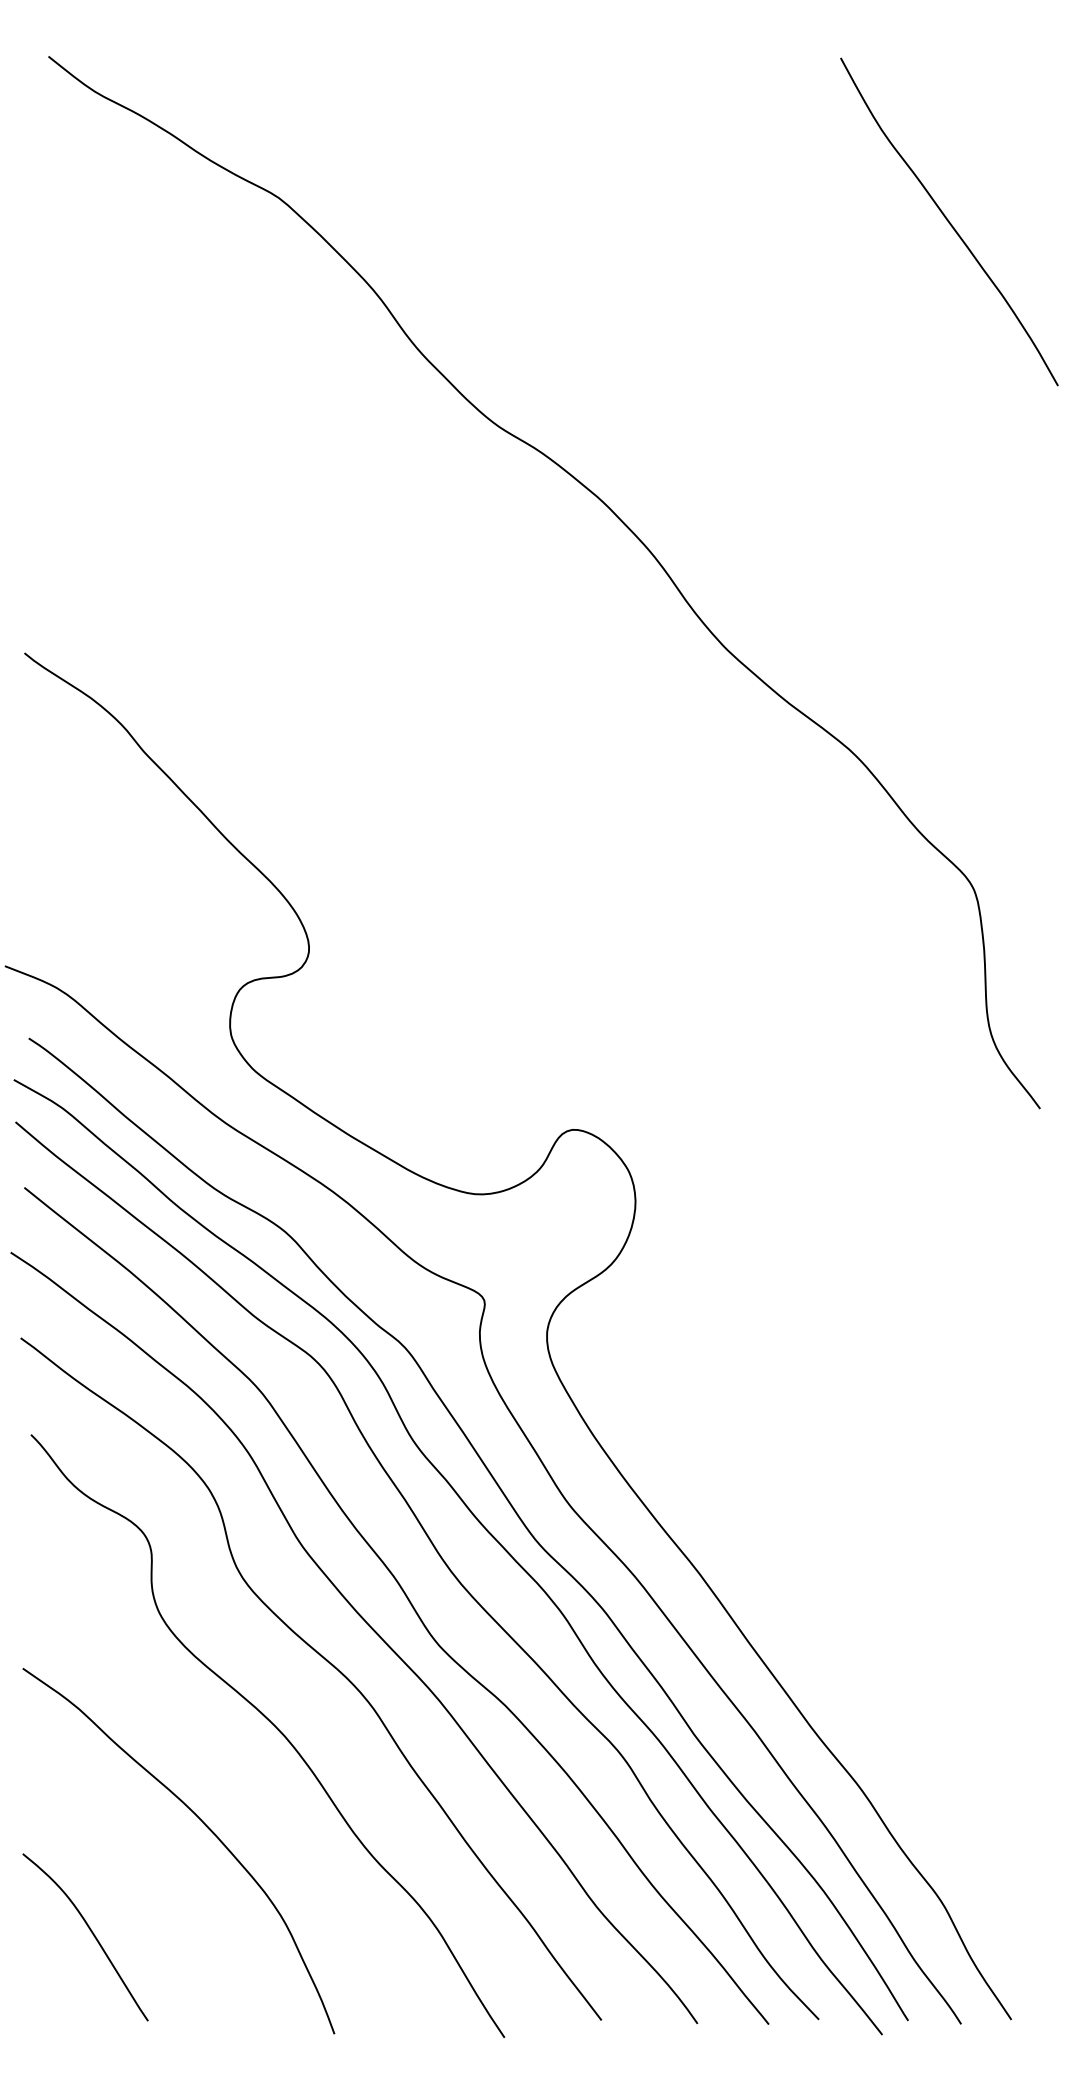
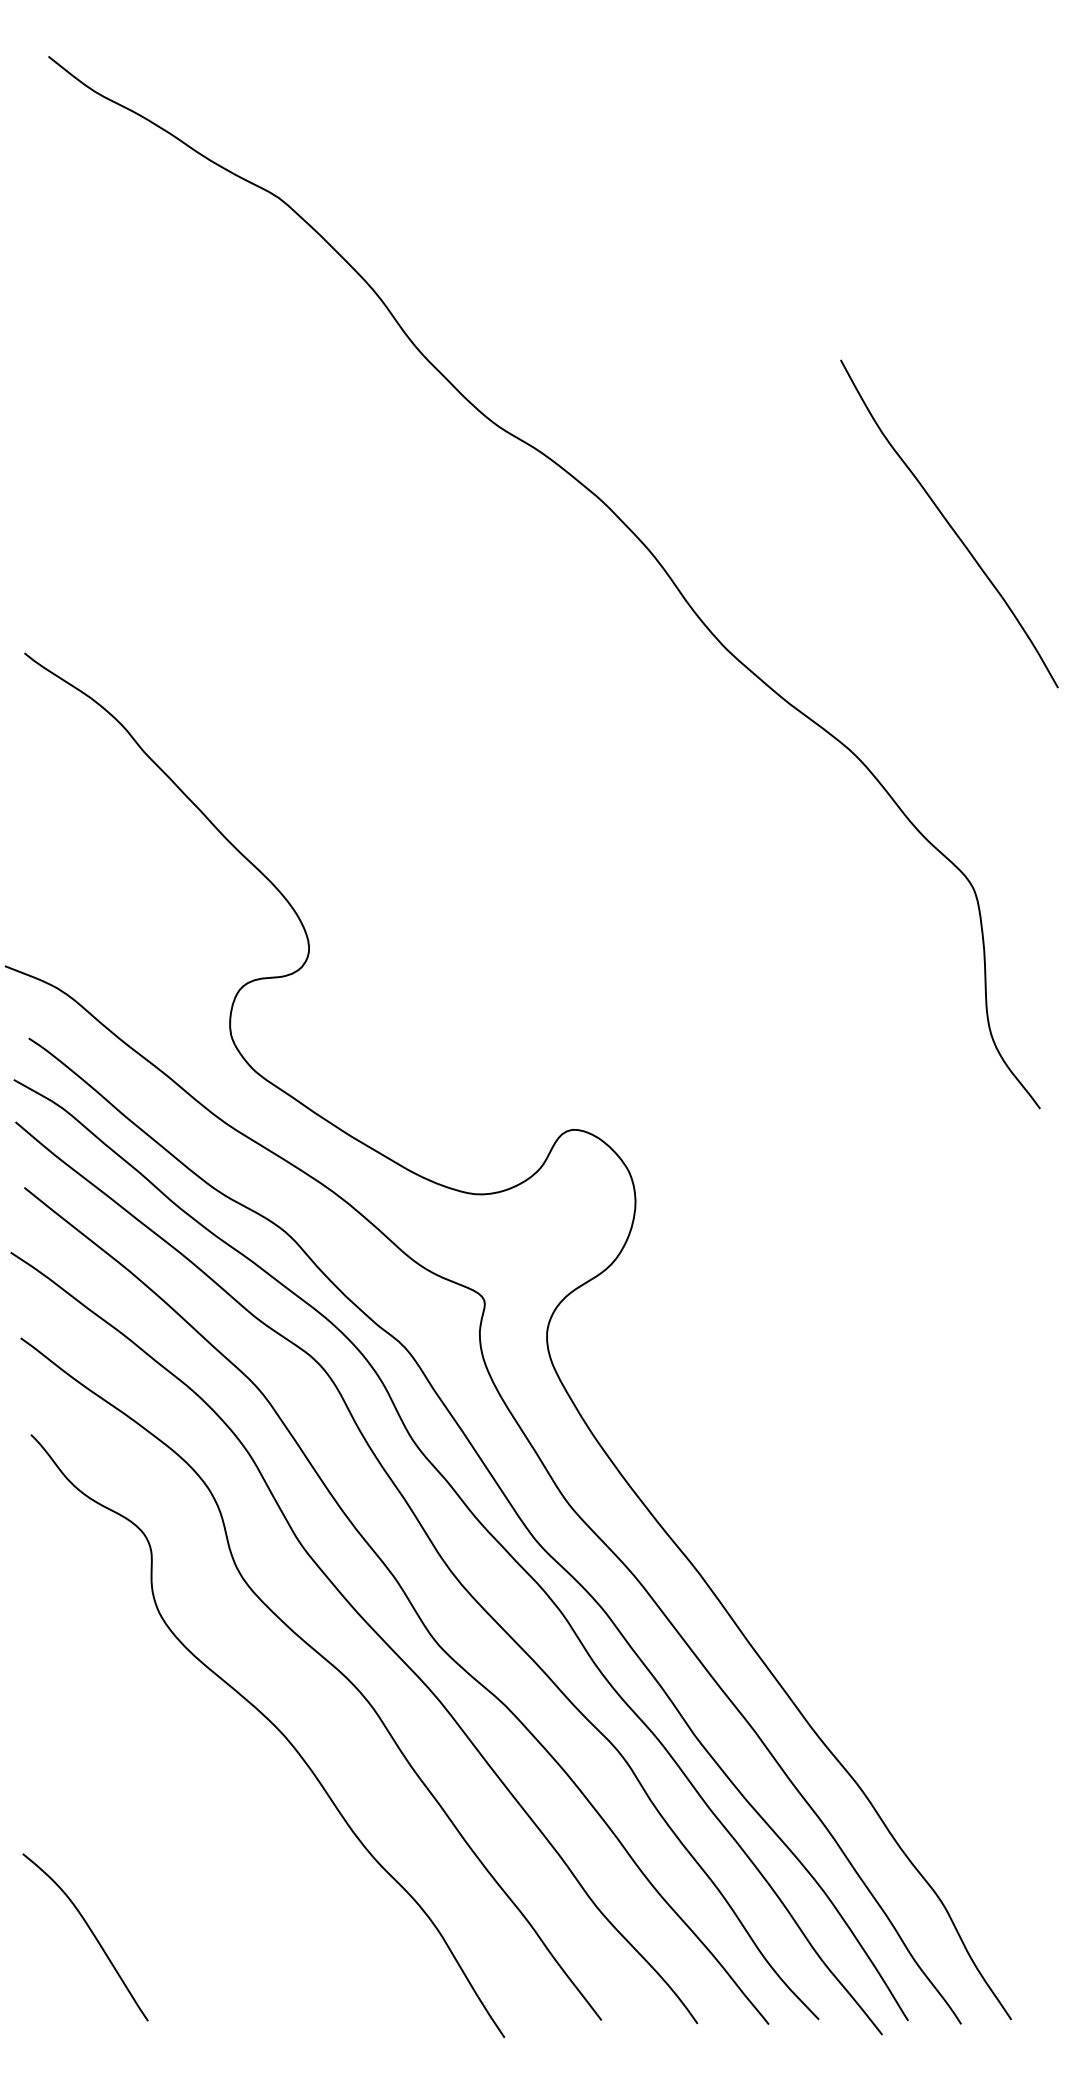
curve at (949, 221) position: (949, 221) -> (949, 523)
curve at (204, 1825): present -> none
